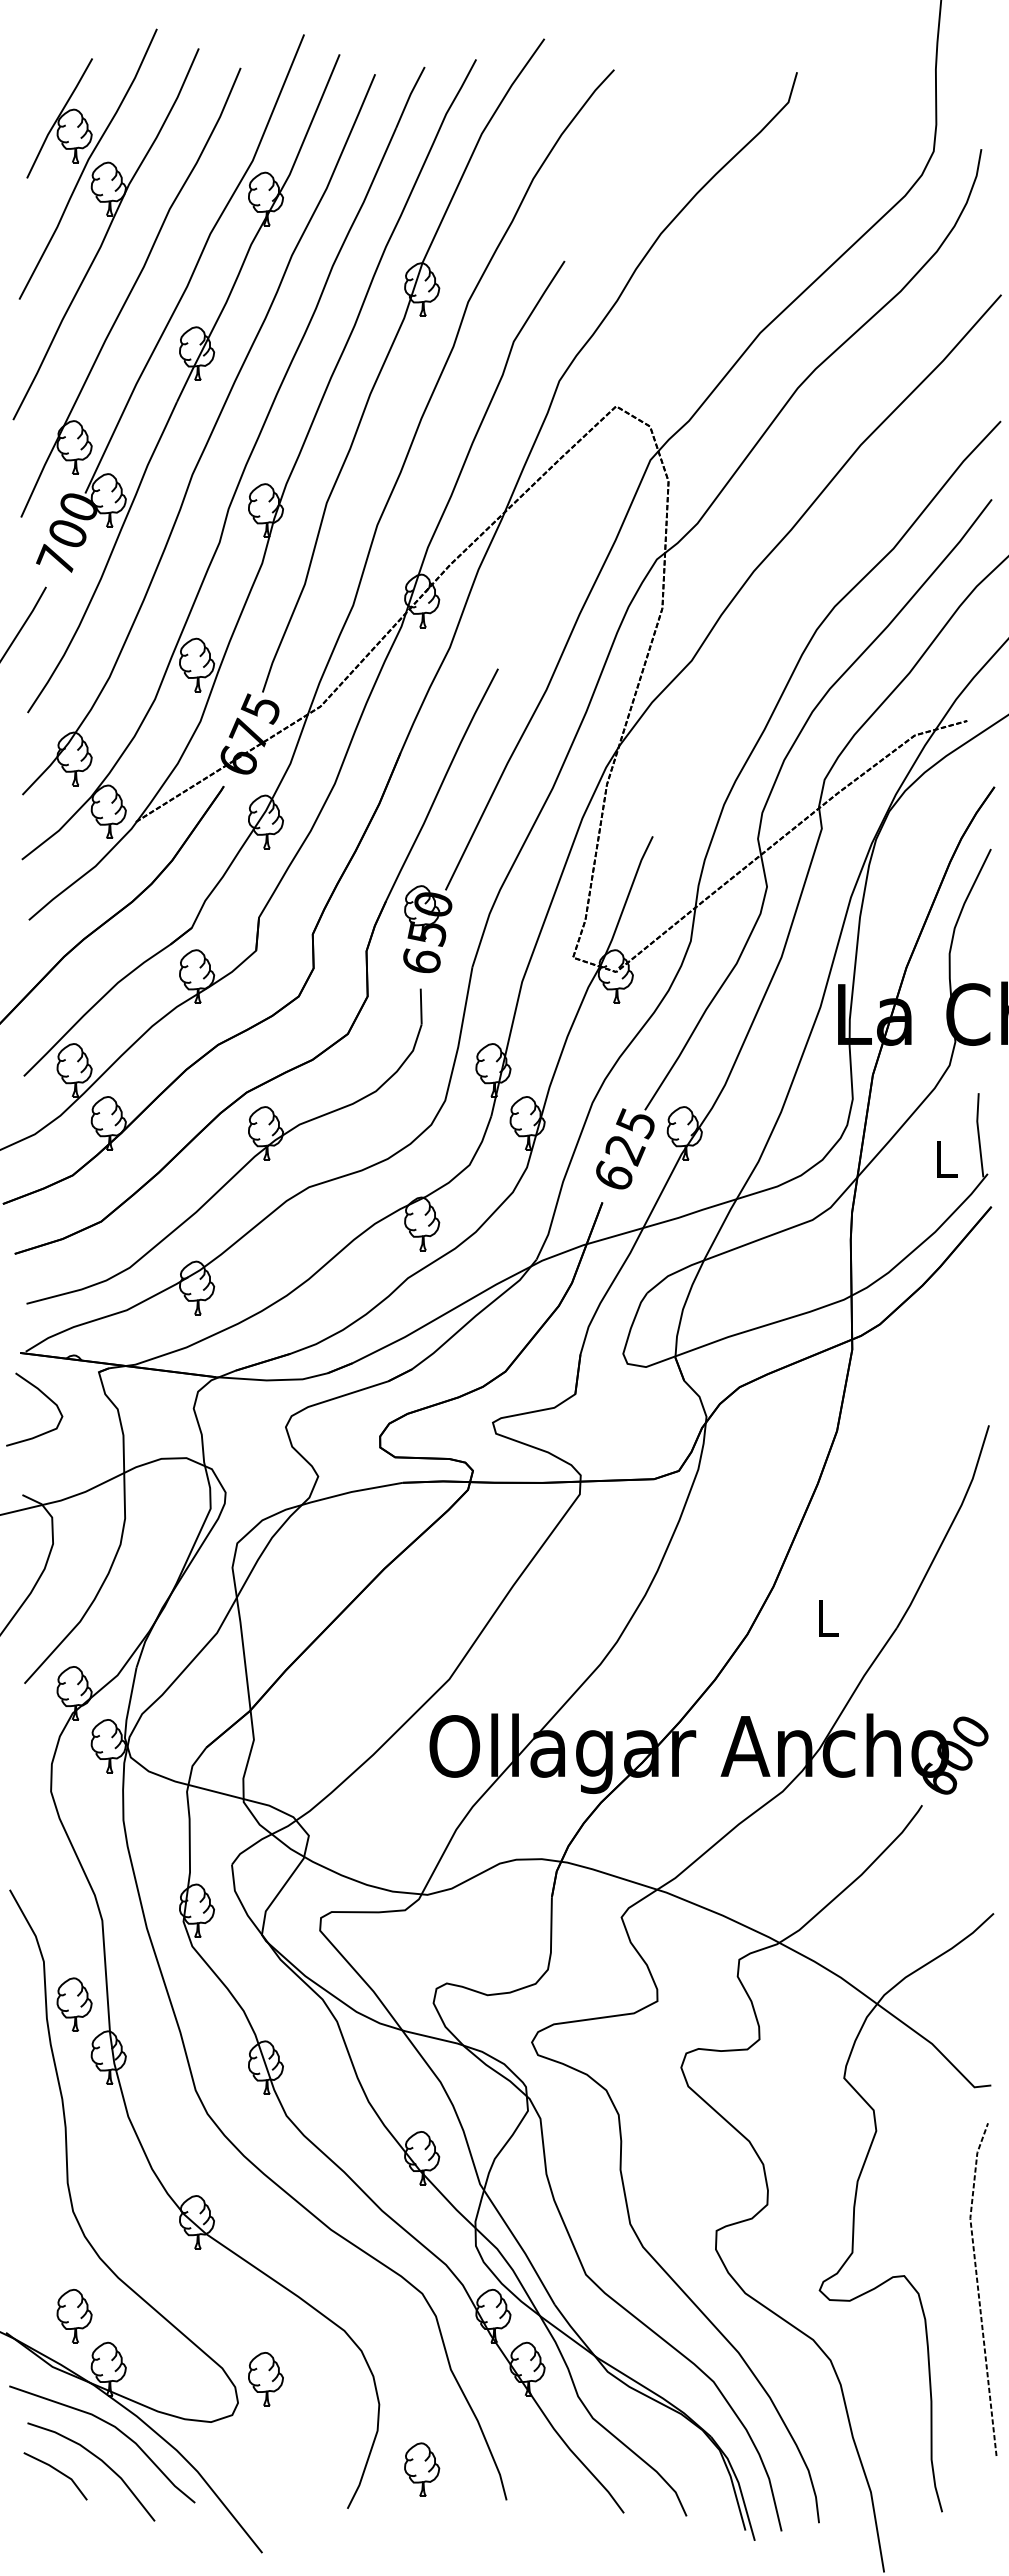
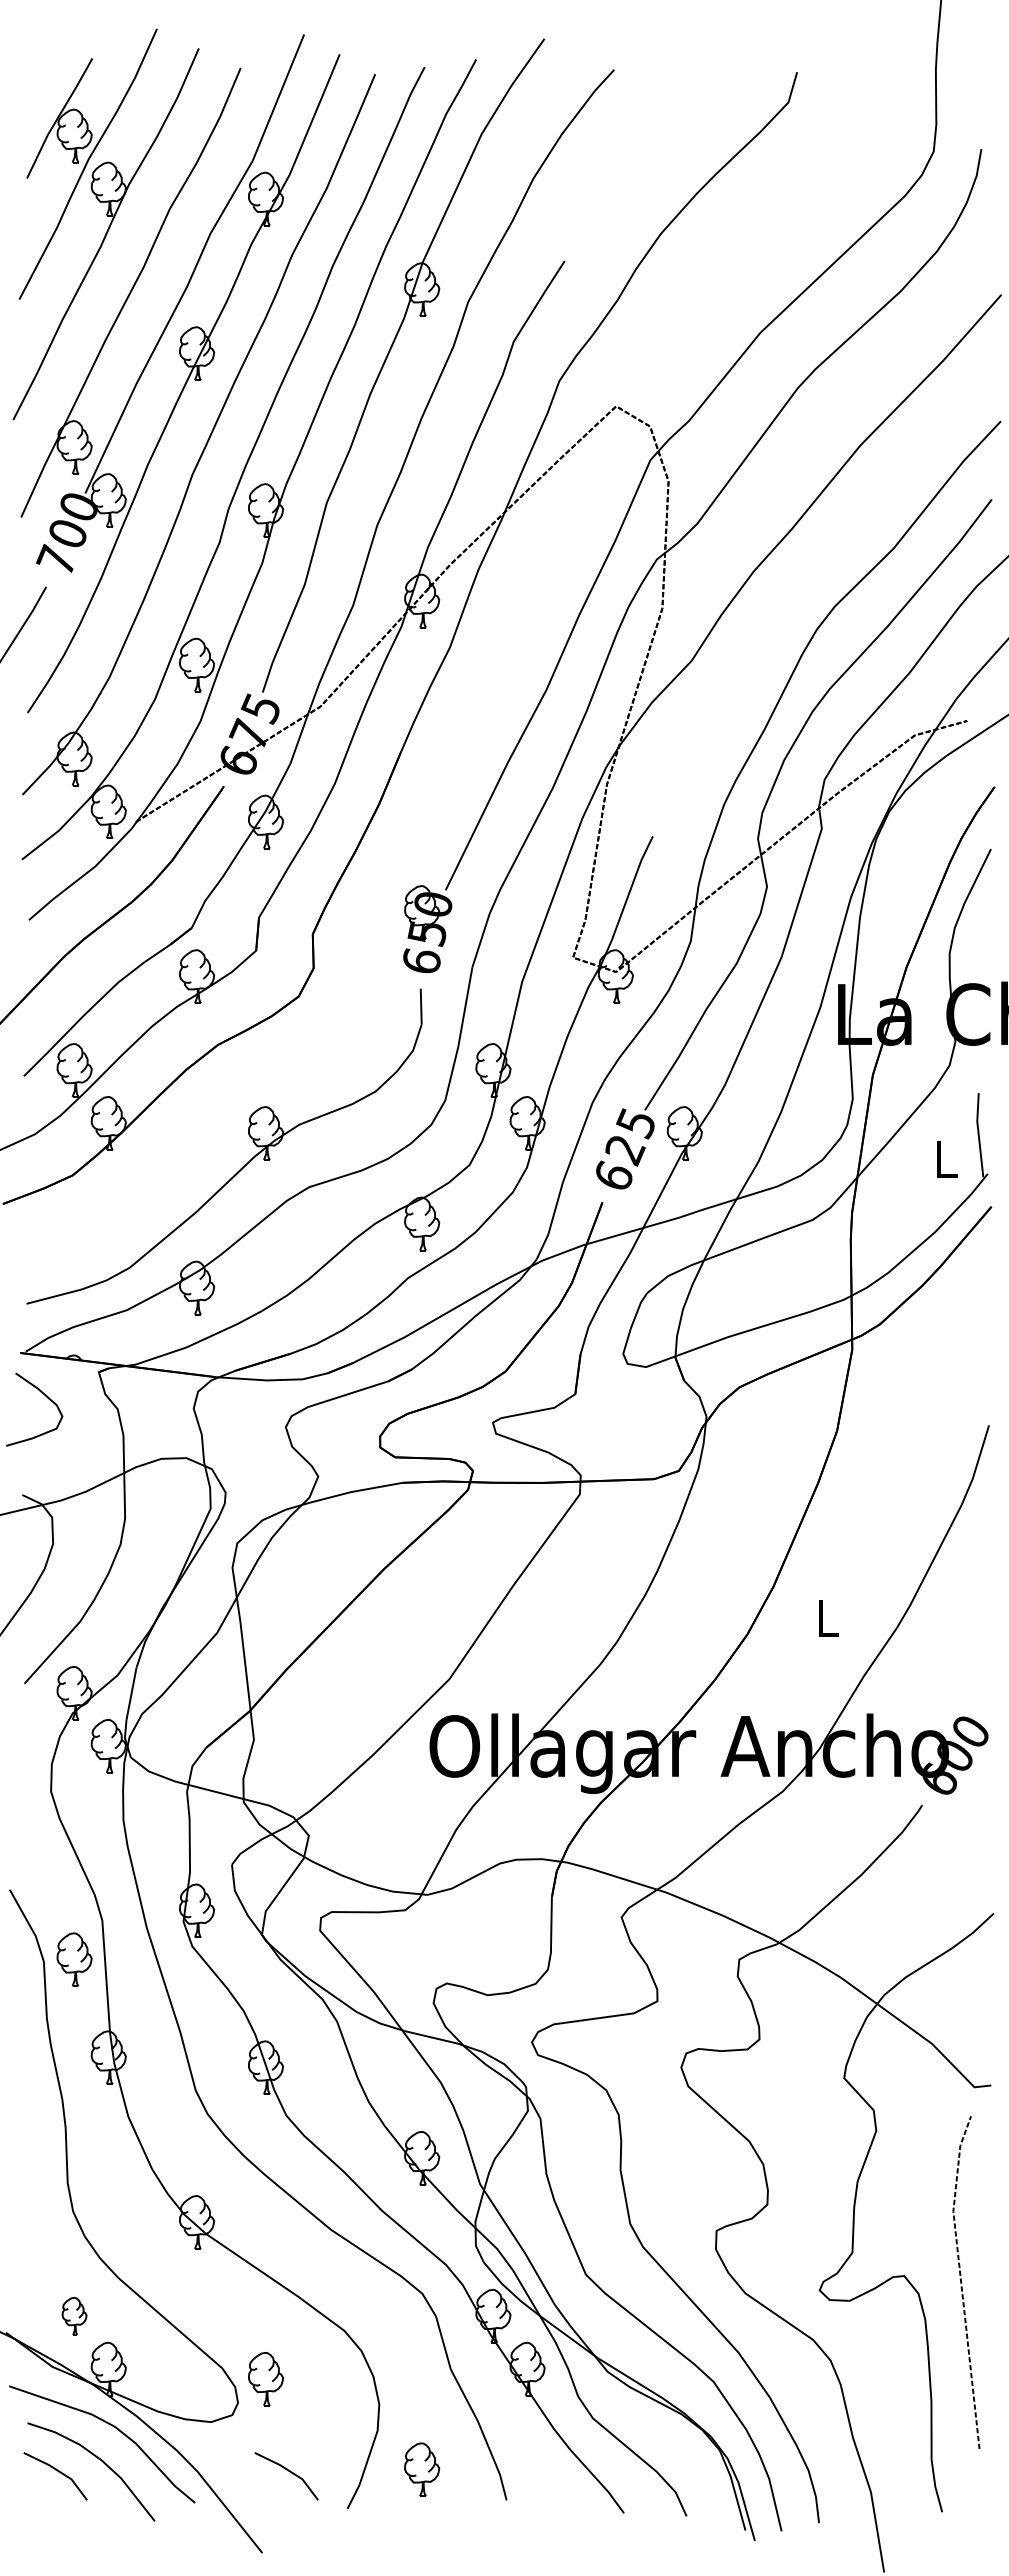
part at (365, 961): present -> none
part at (74, 2004) position: (74, 2004) -> (74, 1959)
line at (979, 2289) position: (979, 2289) -> (962, 2282)
part at (74, 2316) size: 37x55 px -> 27x39 px
line at (289, 2472): none -> present
